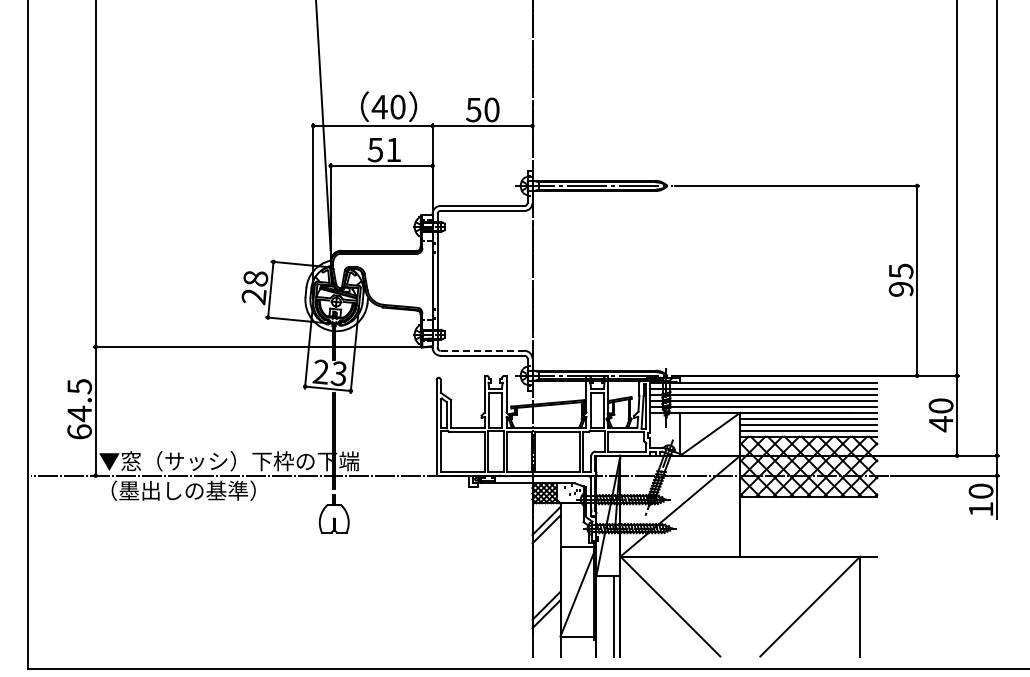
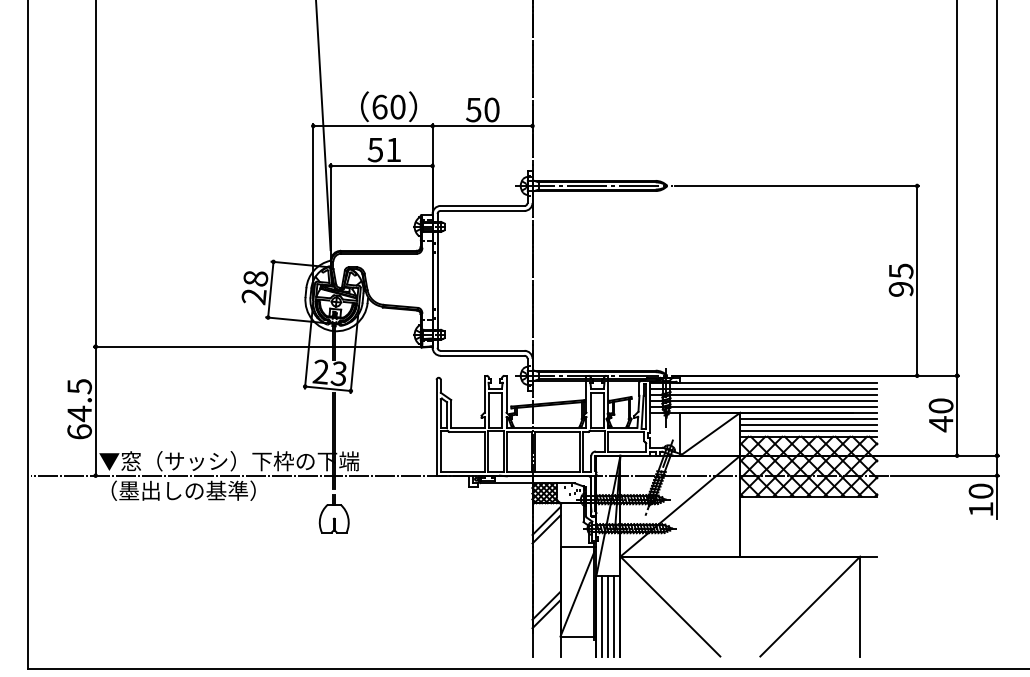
text at (379, 106): 40 -> 60
line at (482, 350): dashed -> solid
line at (602, 615): none -> present
line at (608, 615): none -> present
